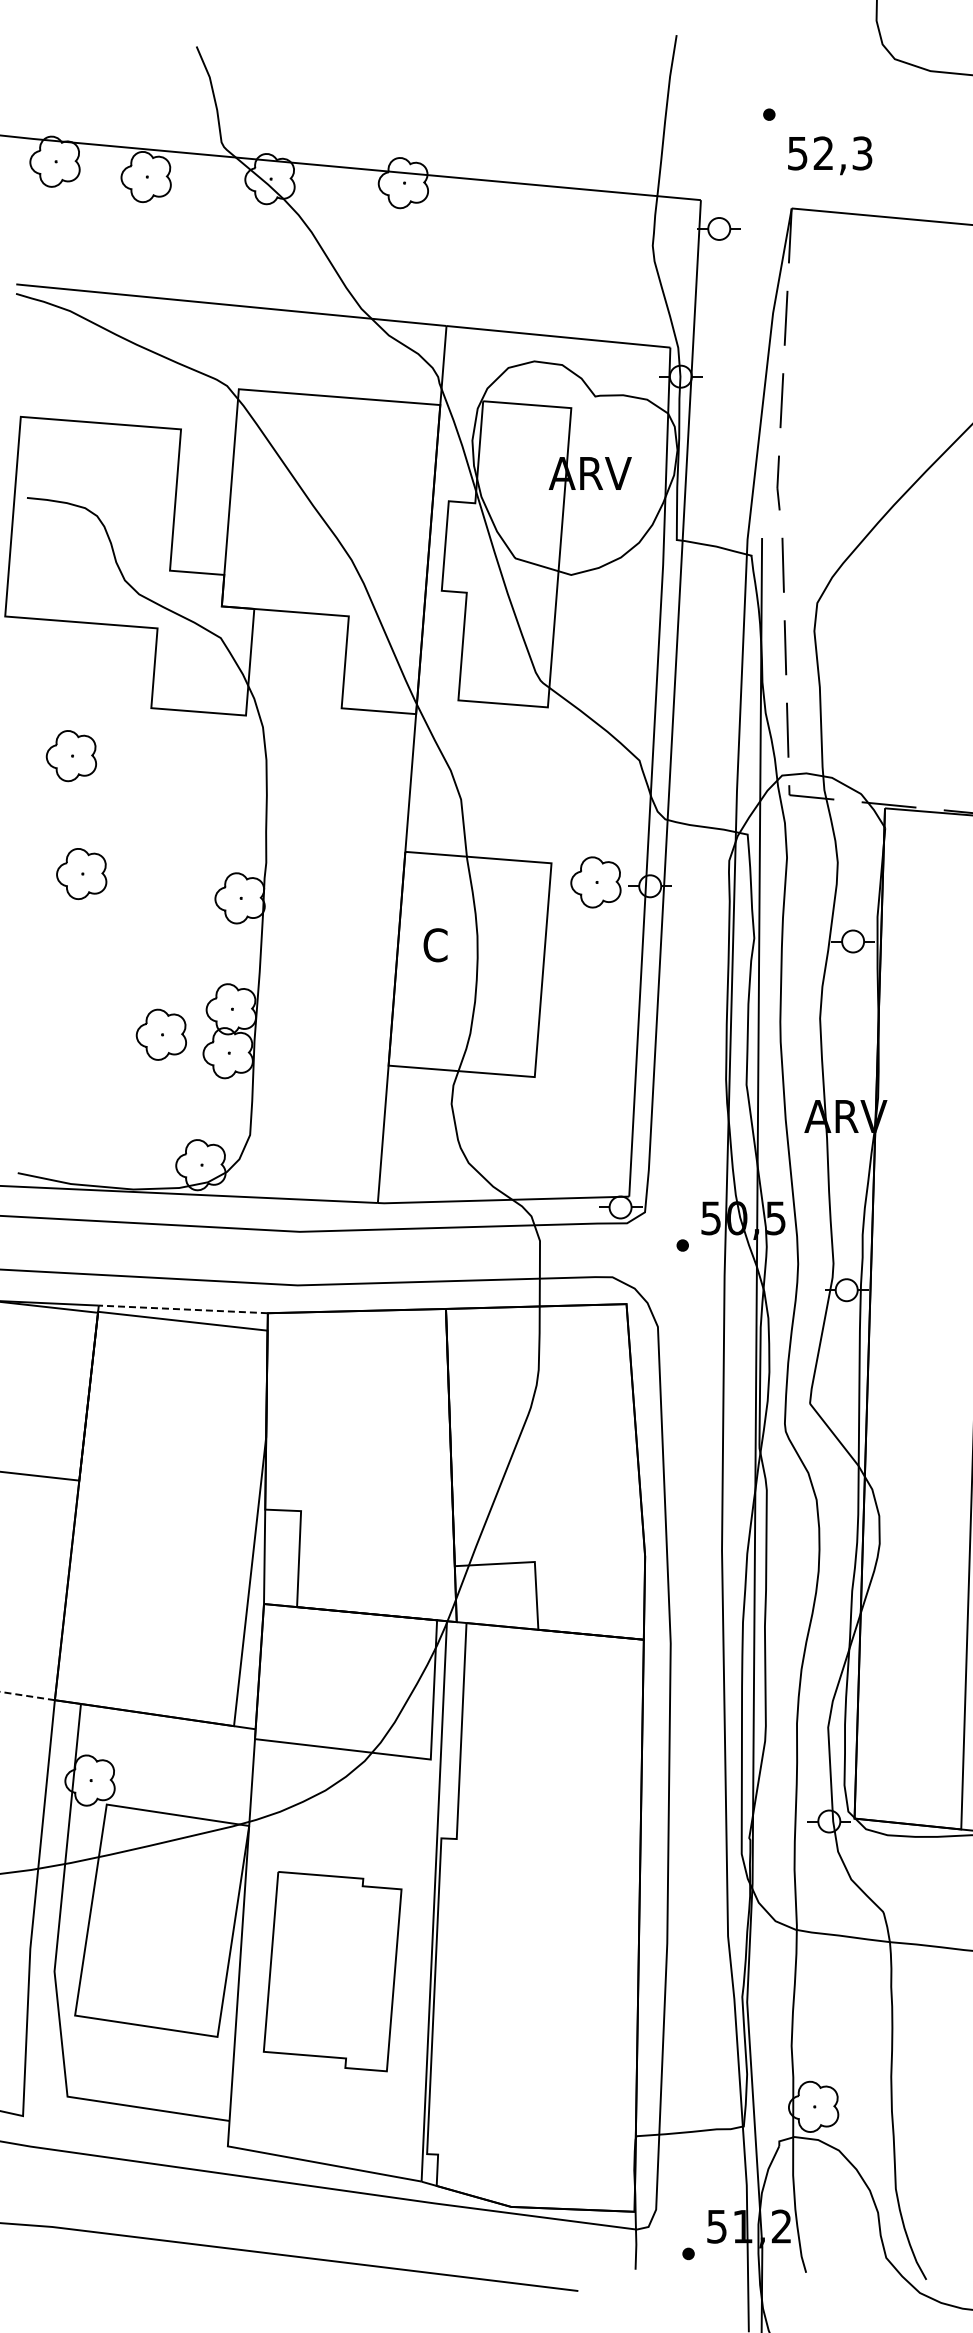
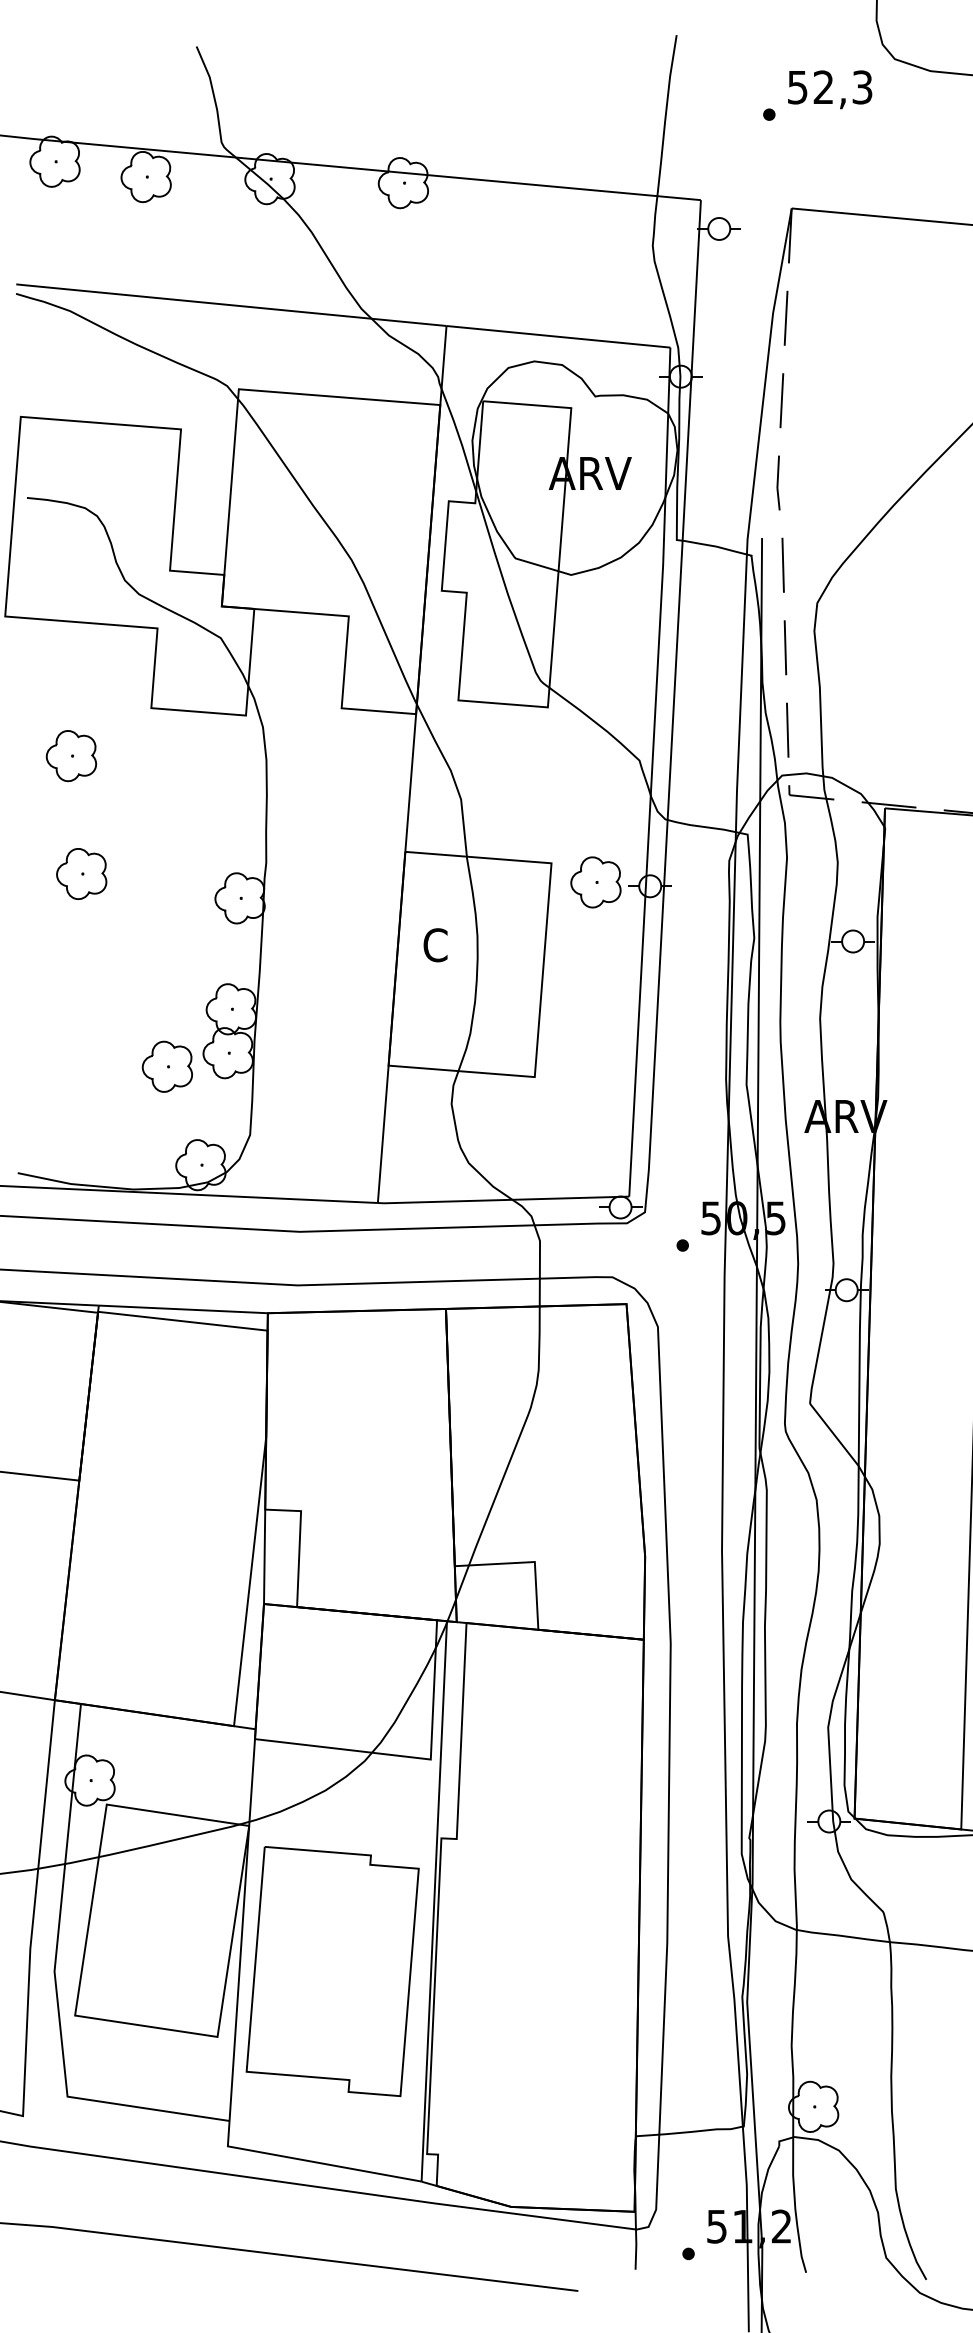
text at (830, 155) position: (830, 155) -> (830, 89)
part at (160, 1034) position: (160, 1034) -> (166, 1066)
line at (183, 1309): dashed -> solid
line at (27, 1696): dashed -> solid
part at (332, 1971) size: 141x202 px -> 175x252 px
